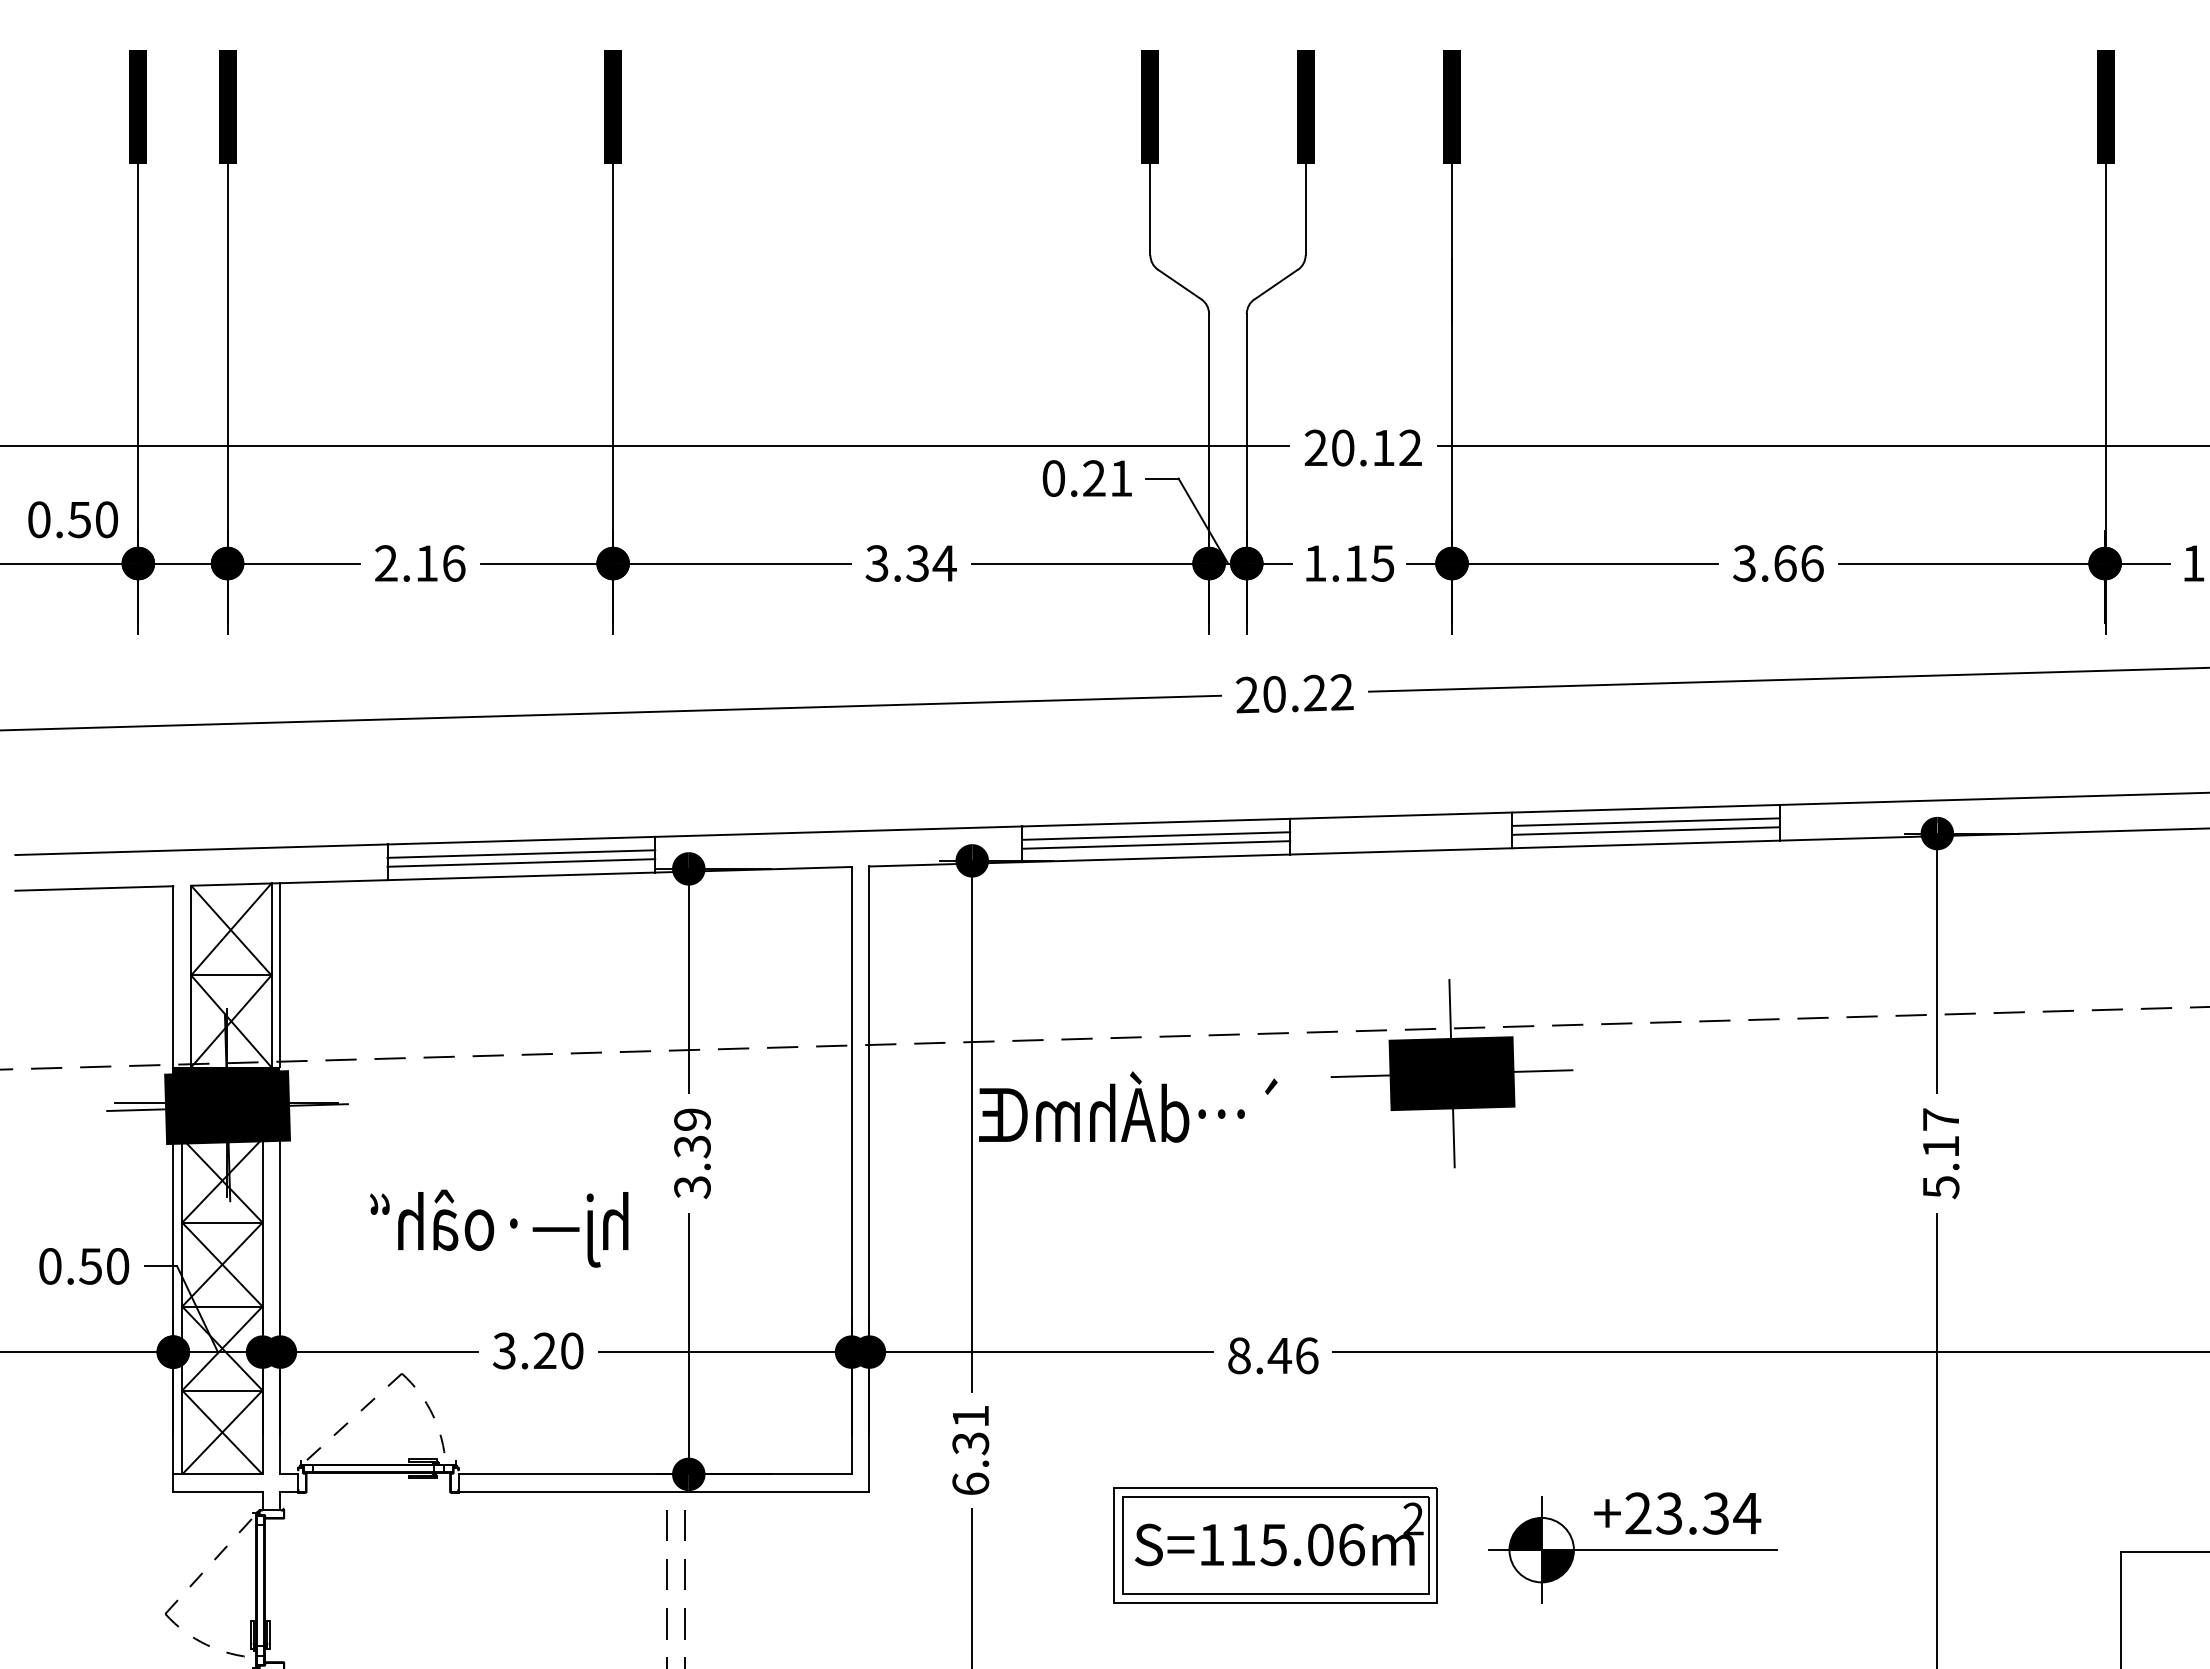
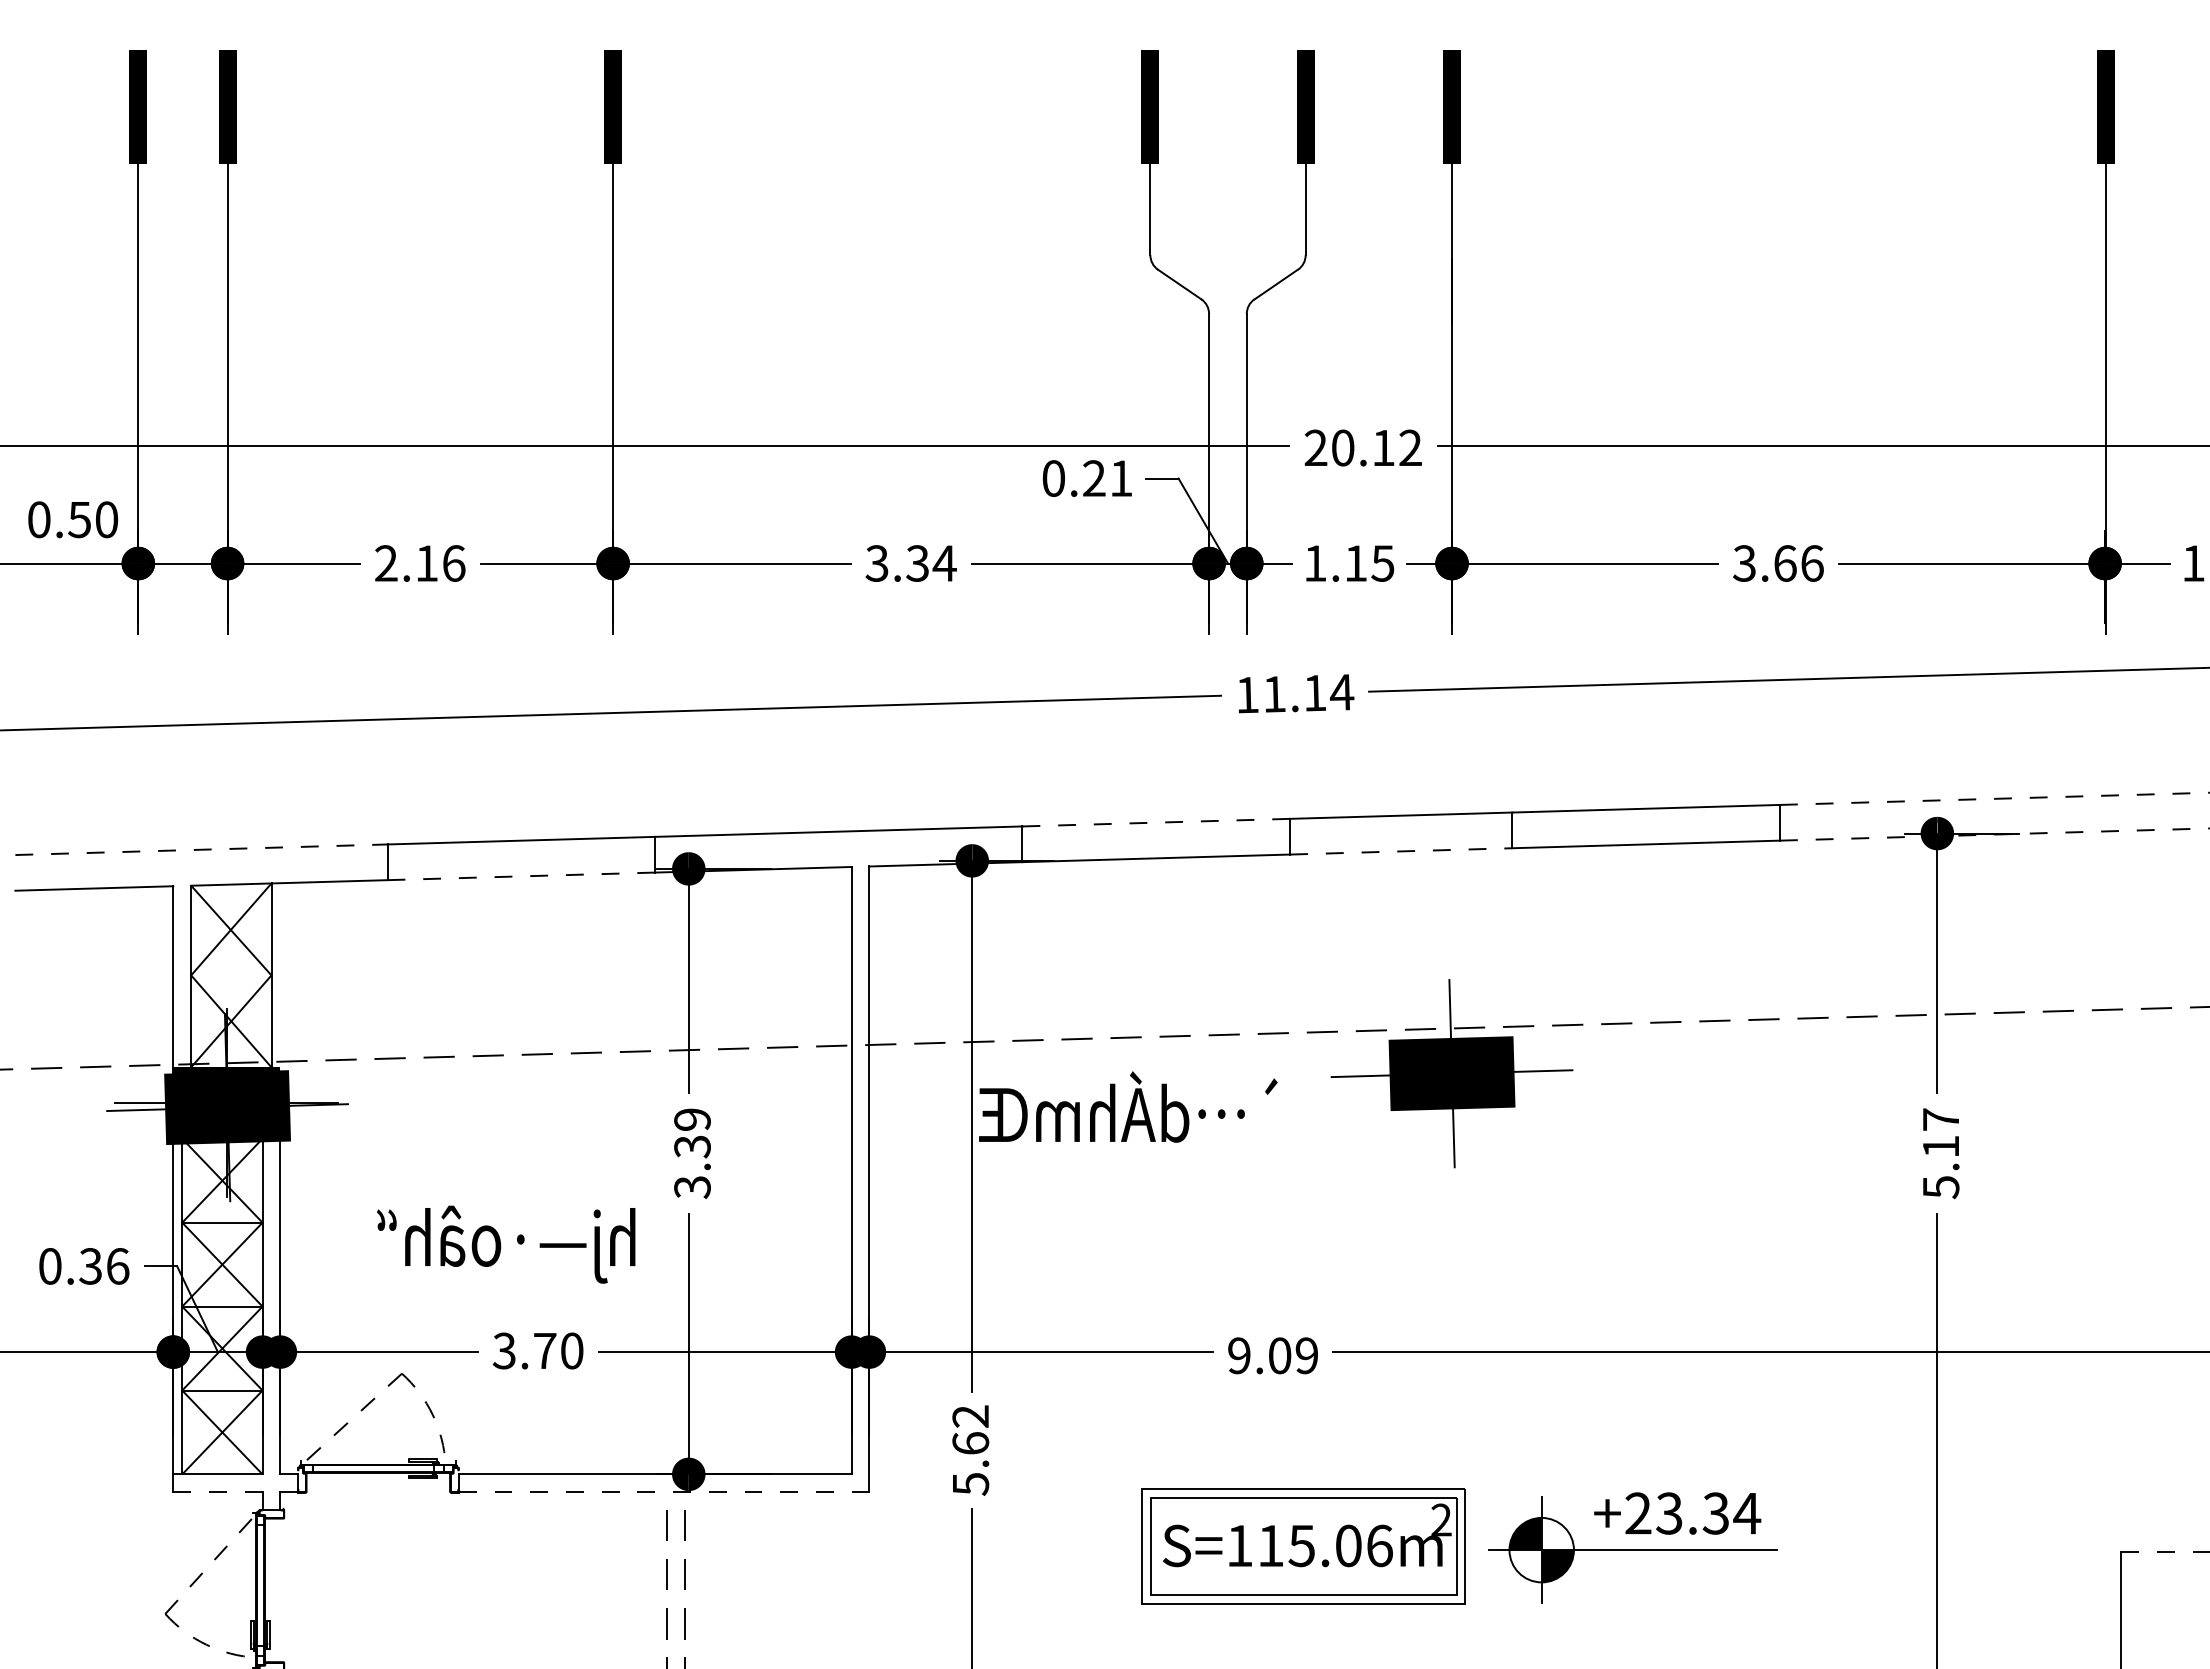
text at (1295, 693): 20.22 -> 11.14
line at (1994, 798): solid -> dashed
line at (1645, 821): present -> none
line at (1156, 822): solid -> dashed
line at (1645, 830): present -> none
line at (1994, 834): solid -> dashed
line at (1156, 835): present -> none
line at (1156, 844): present -> none
line at (201, 849): solid -> dashed
line at (1401, 851): solid -> dashed
line at (521, 853): present -> none
line at (521, 862): present -> none
line at (521, 876): solid -> dashed
line at (231, 975): present -> none
line at (280, 975): present -> none
text at (499, 1228) position: (499, 1228) -> (506, 1244)
text at (104, 1266): 0.50 -> 0.36
text at (545, 1350): 3.20 -> 3.70
text at (1273, 1355): 8.46 -> 9.09
text at (970, 1450): 6.31 -> 5.62
line at (217, 1492): solid -> dashed
line at (664, 1492): solid -> dashed
part at (1275, 1545) position: (1275, 1545) -> (1303, 1546)
line at (2165, 1551): solid -> dashed
